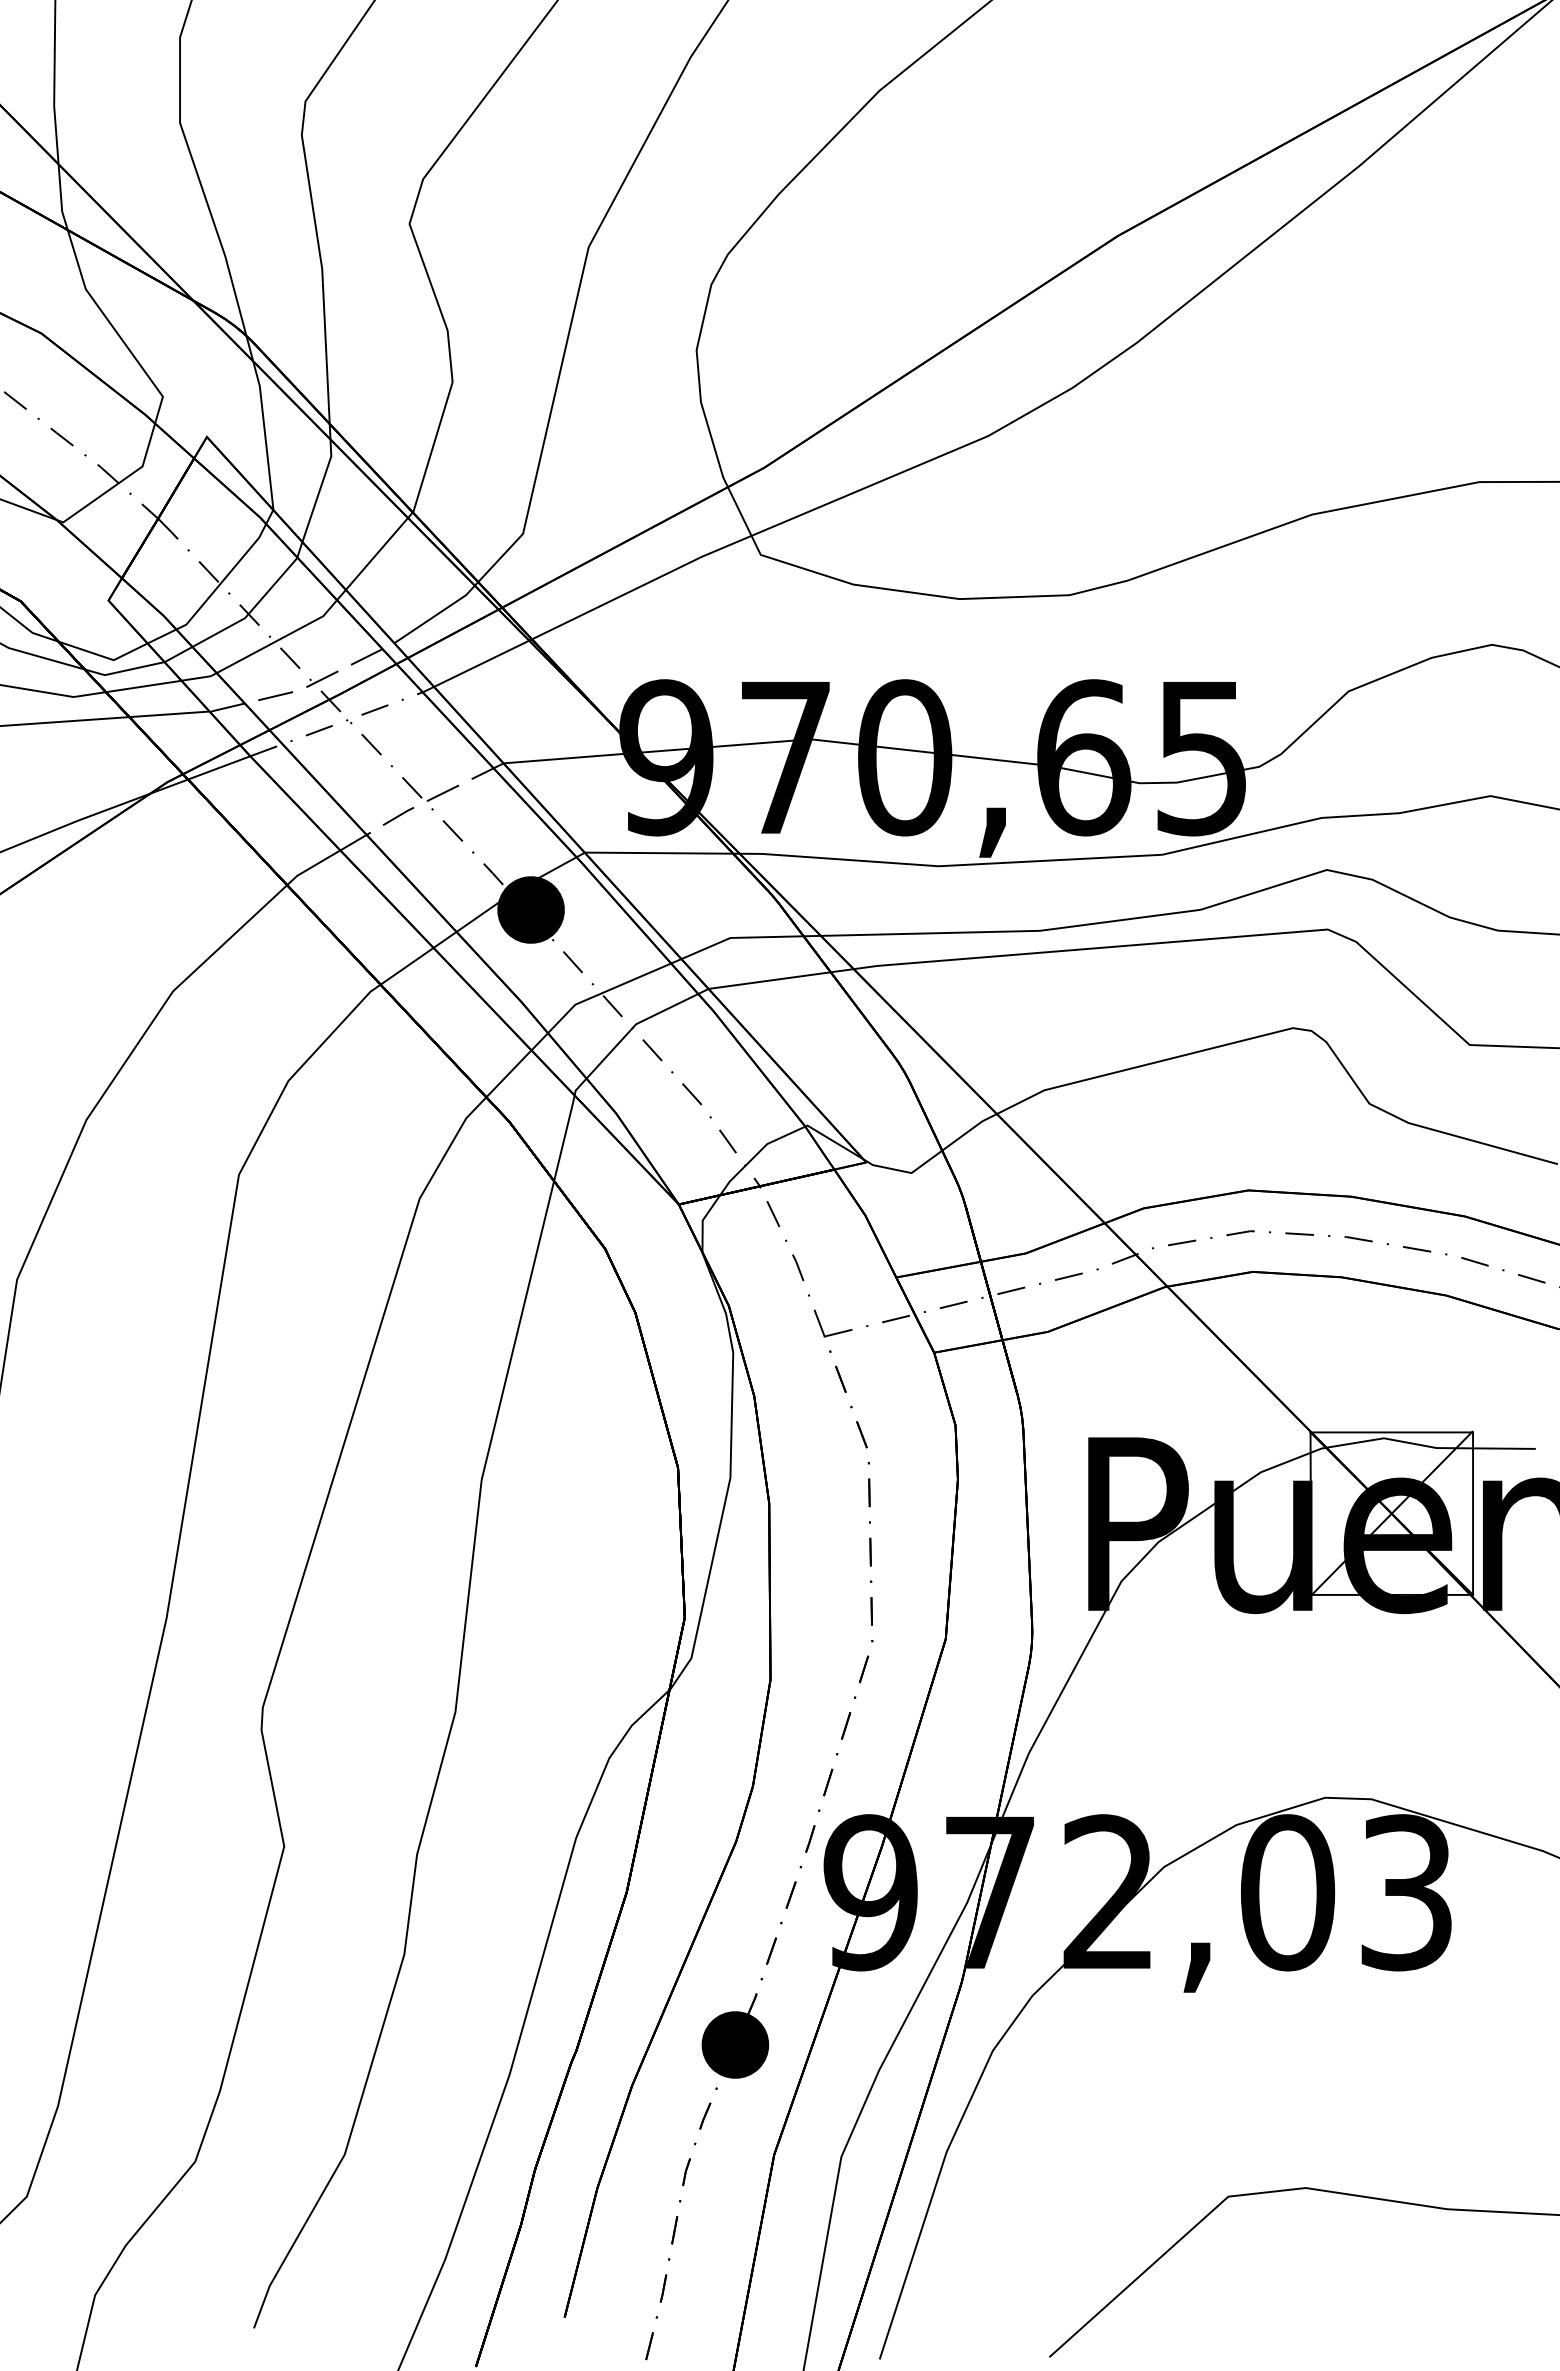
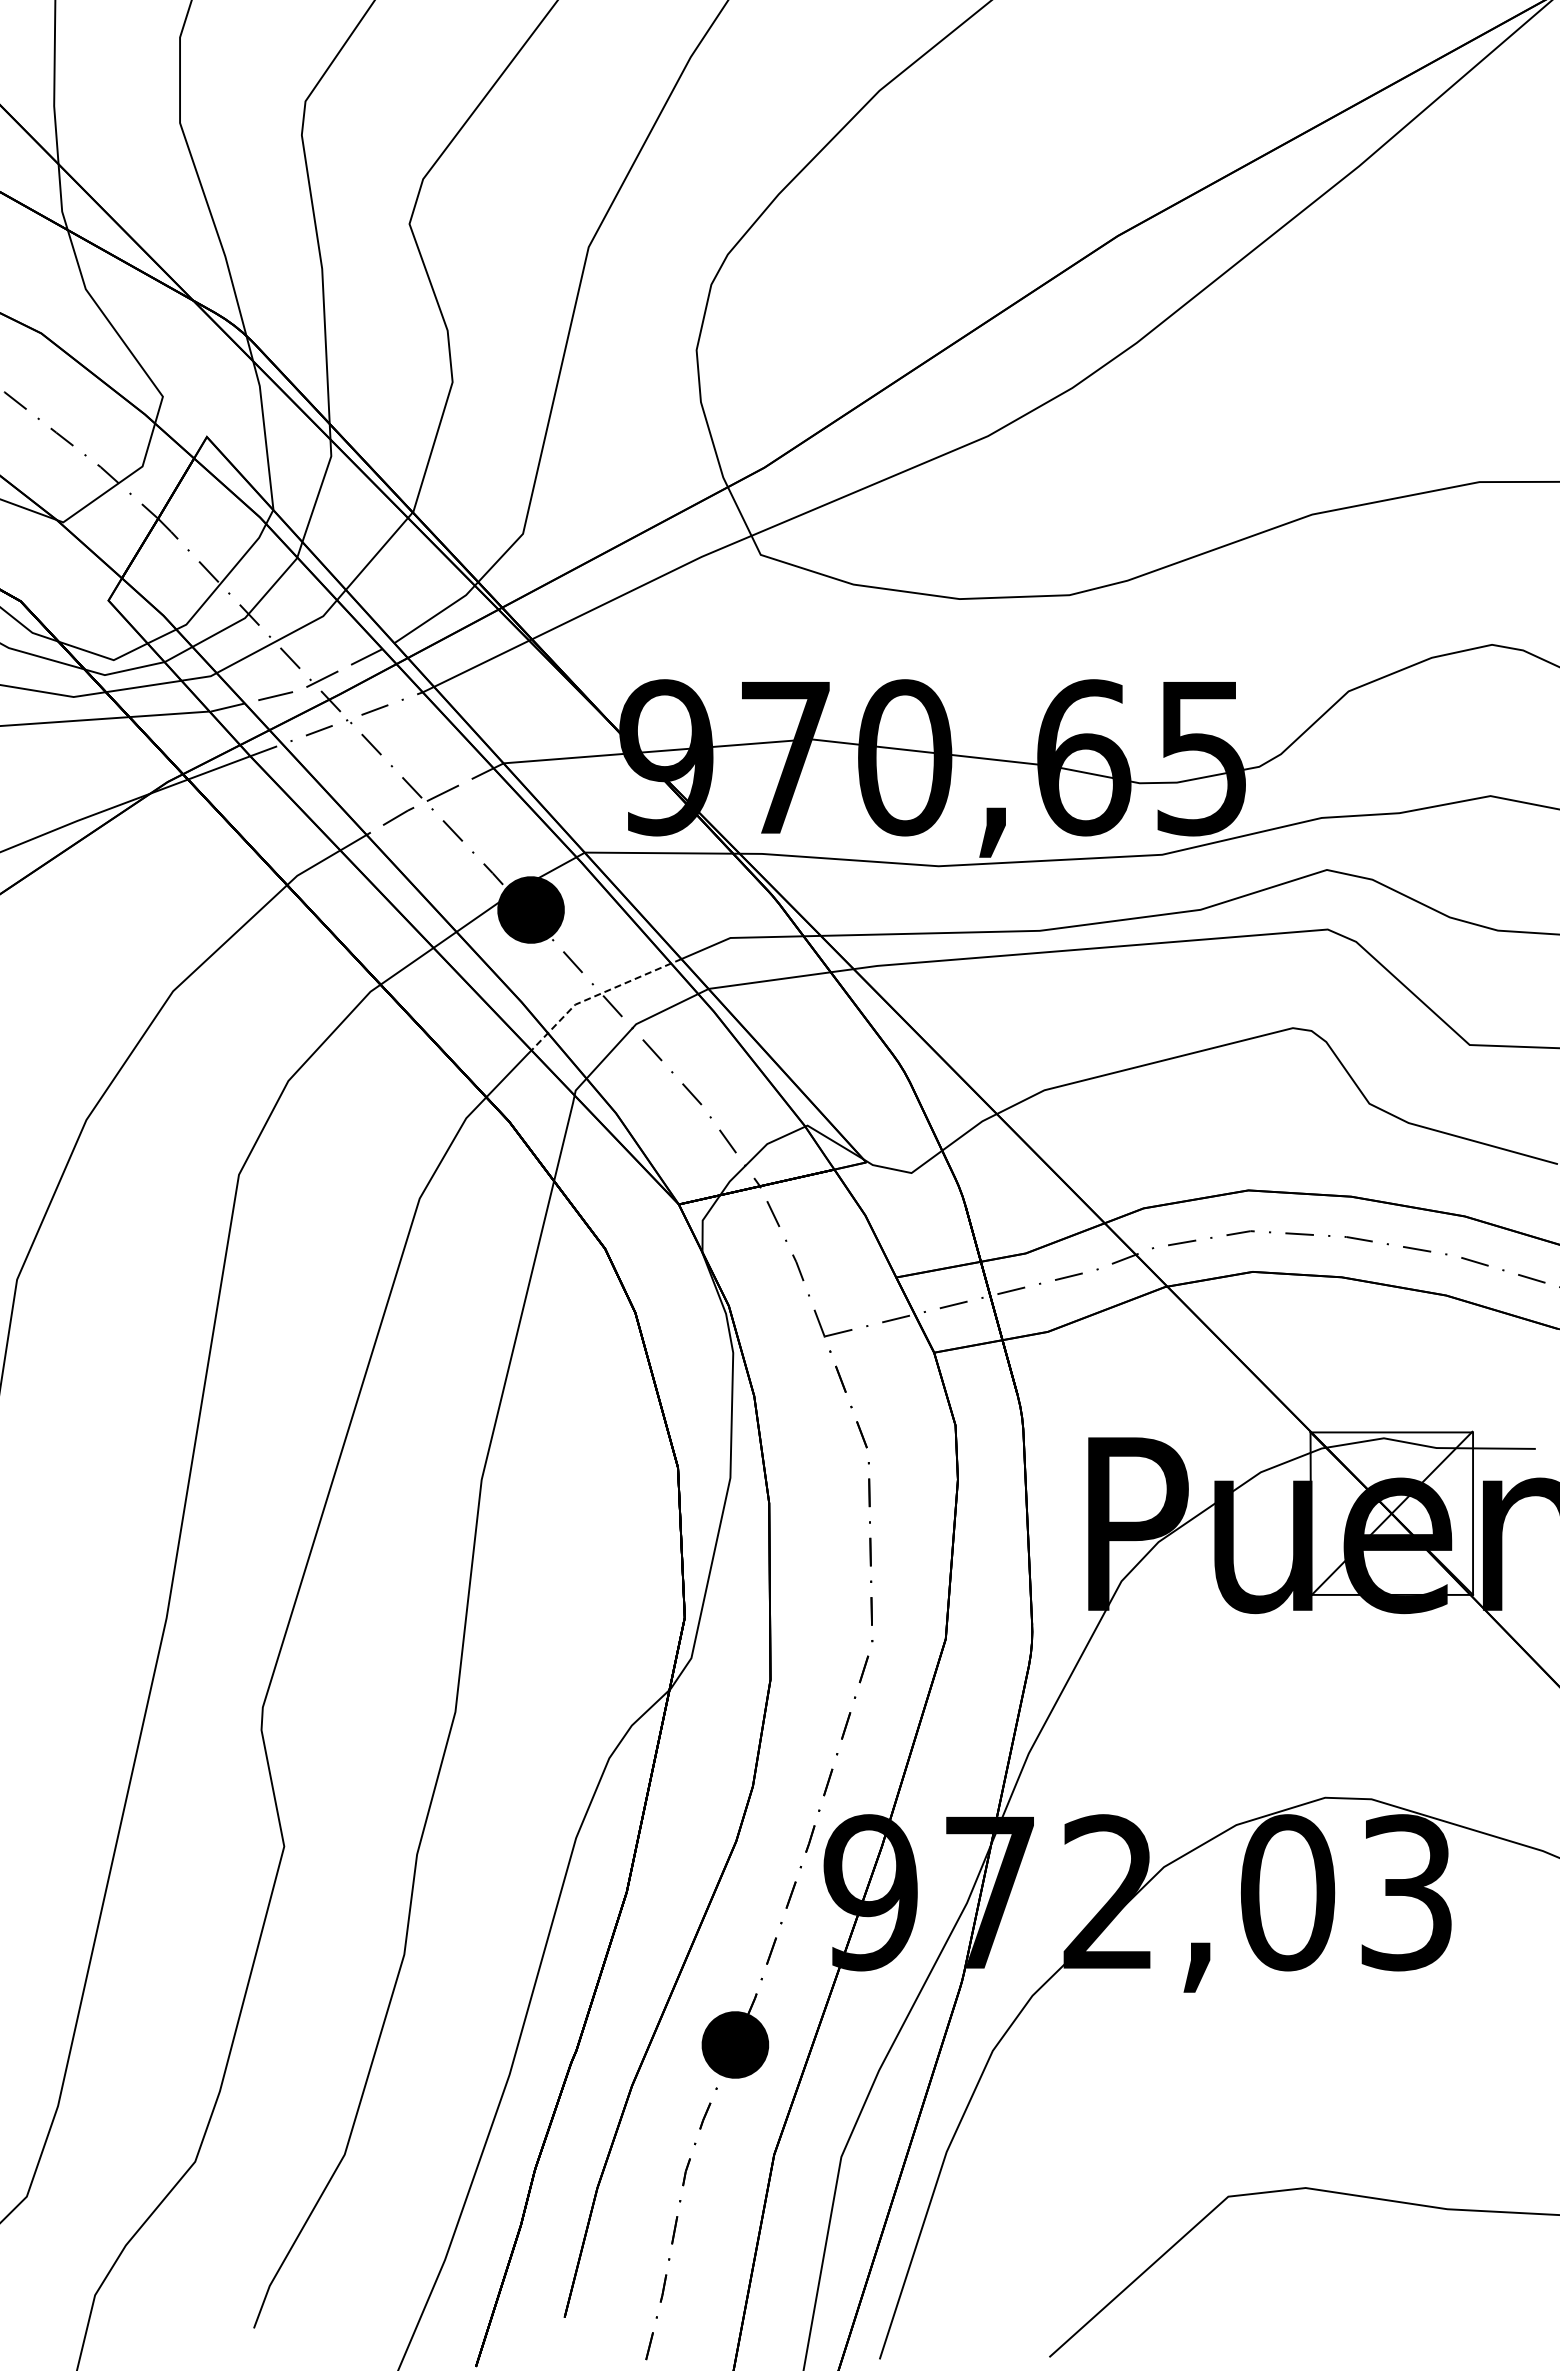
line at (598, 994): solid -> dashed
